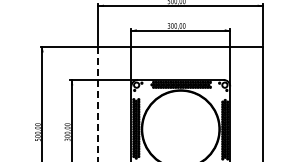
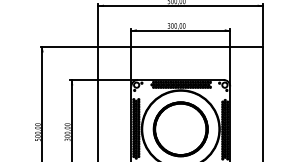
line at (98, 104): dashed -> solid
part at (180, 129): none -> present
